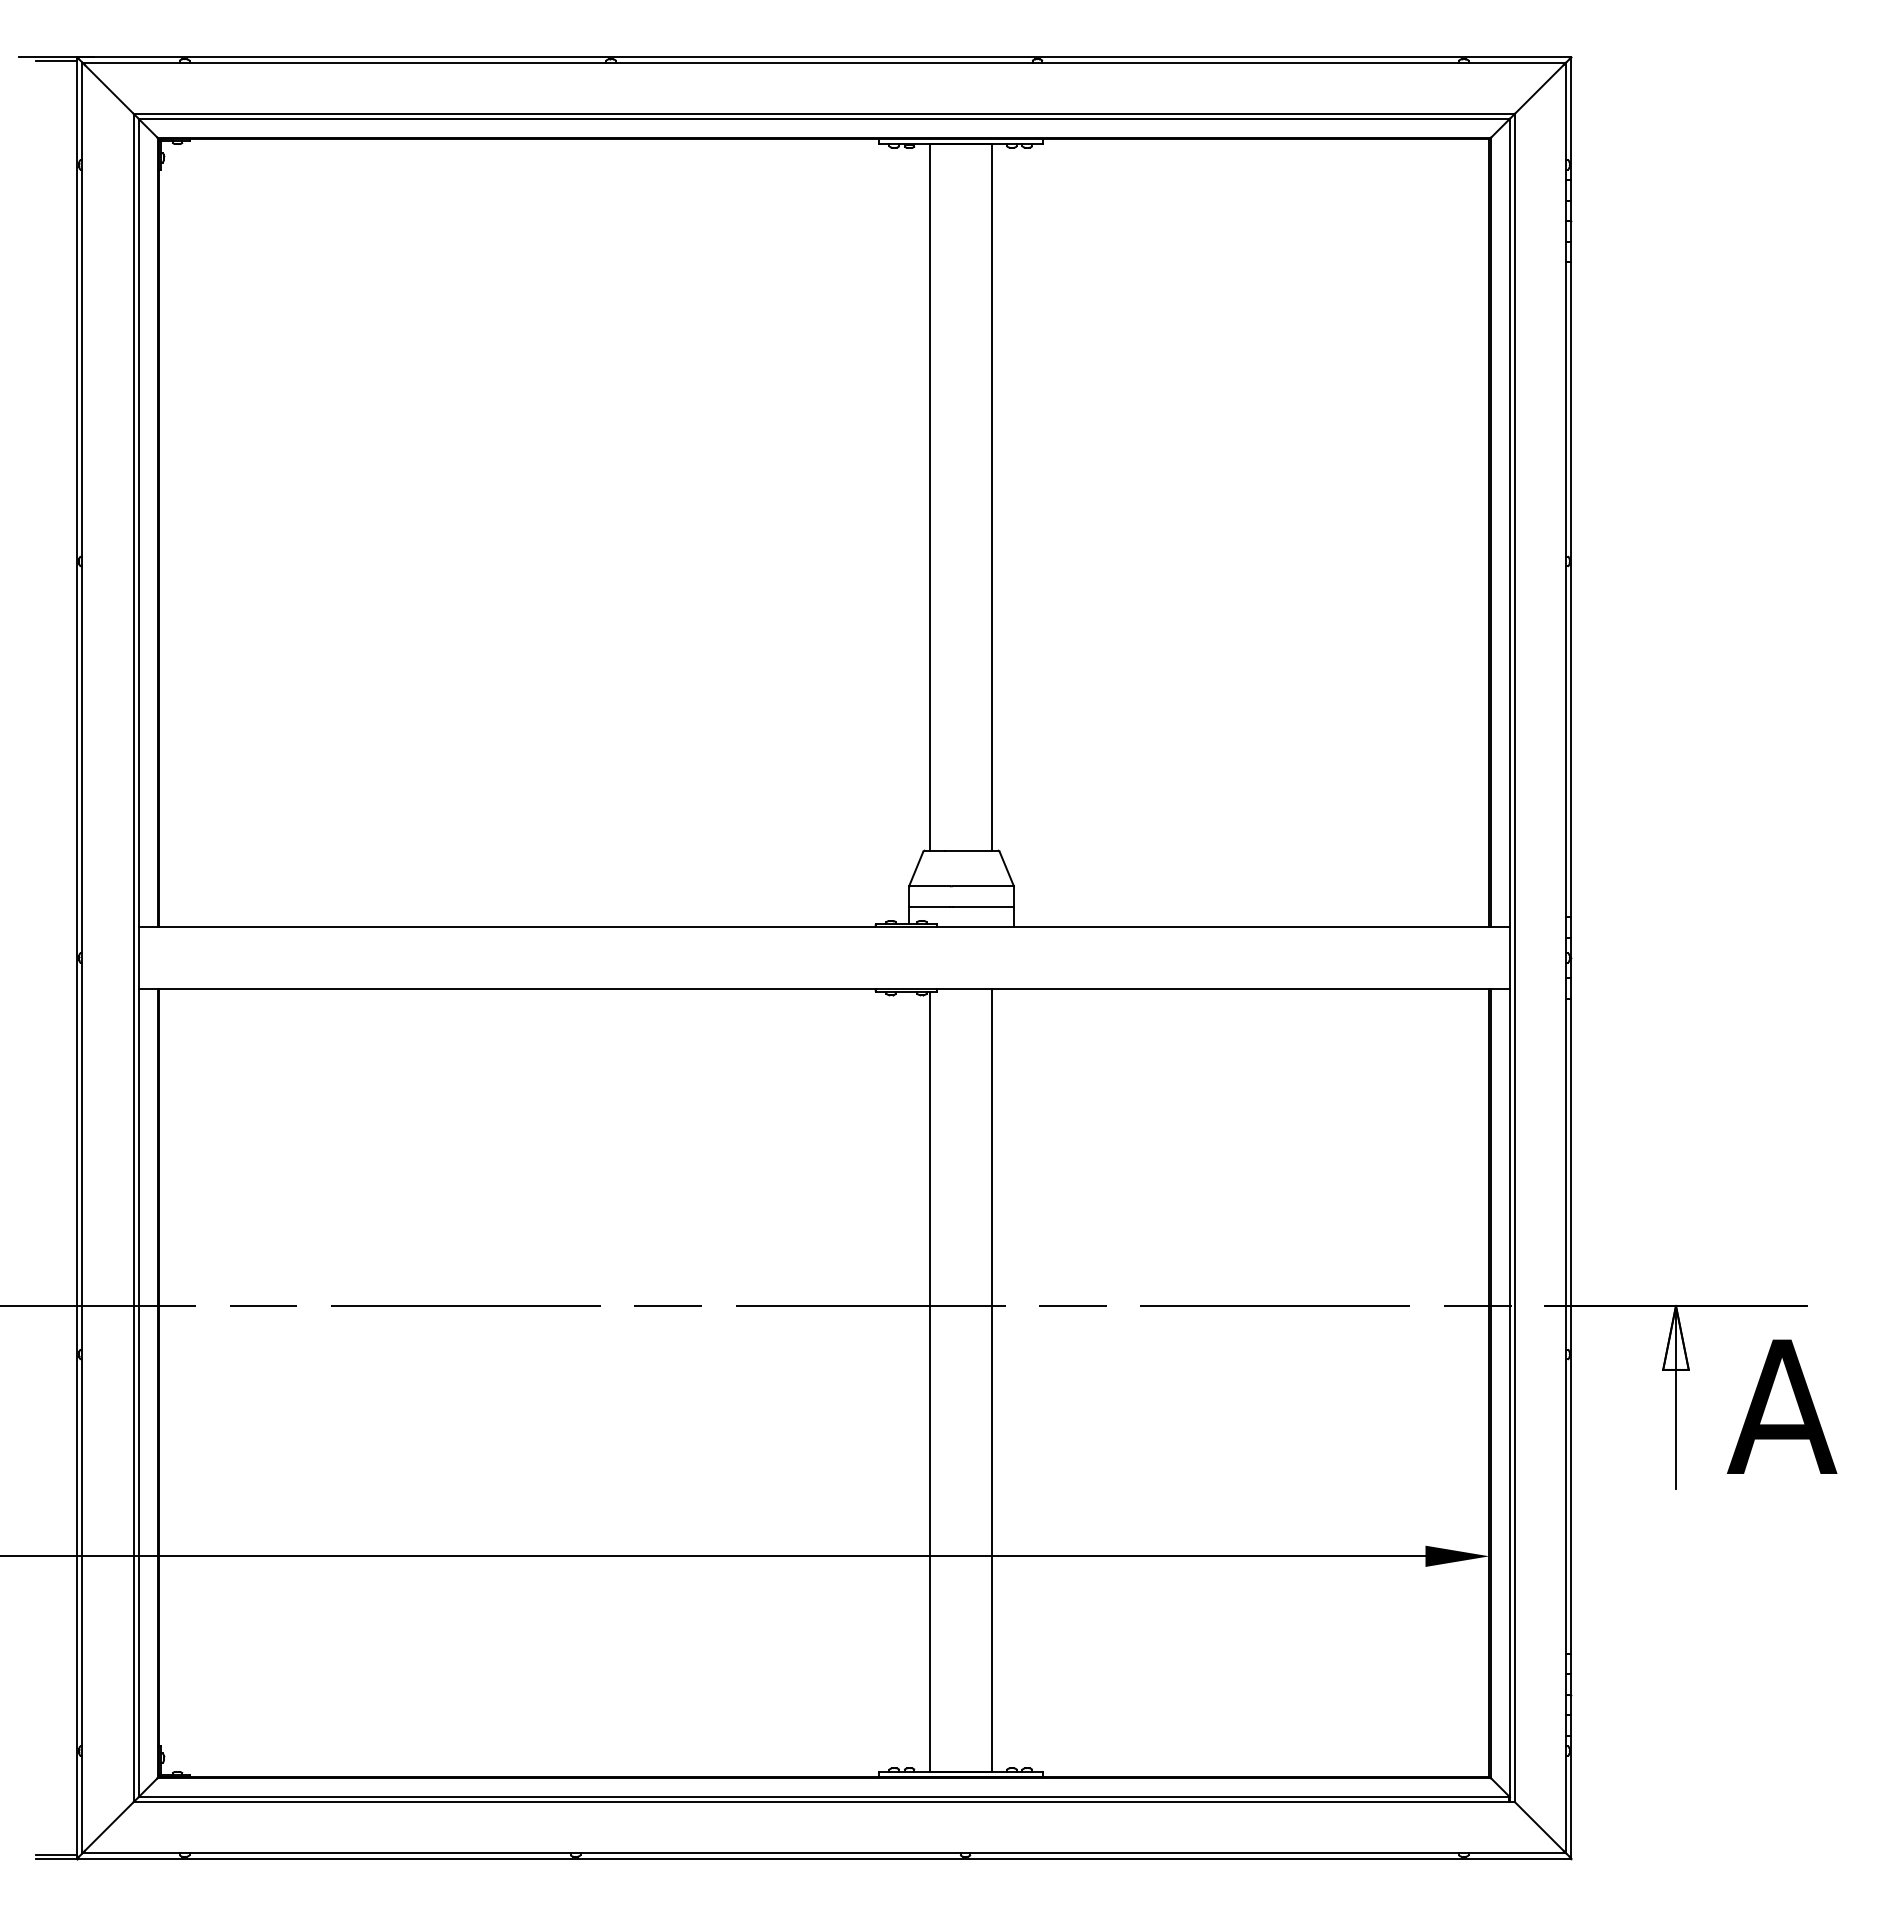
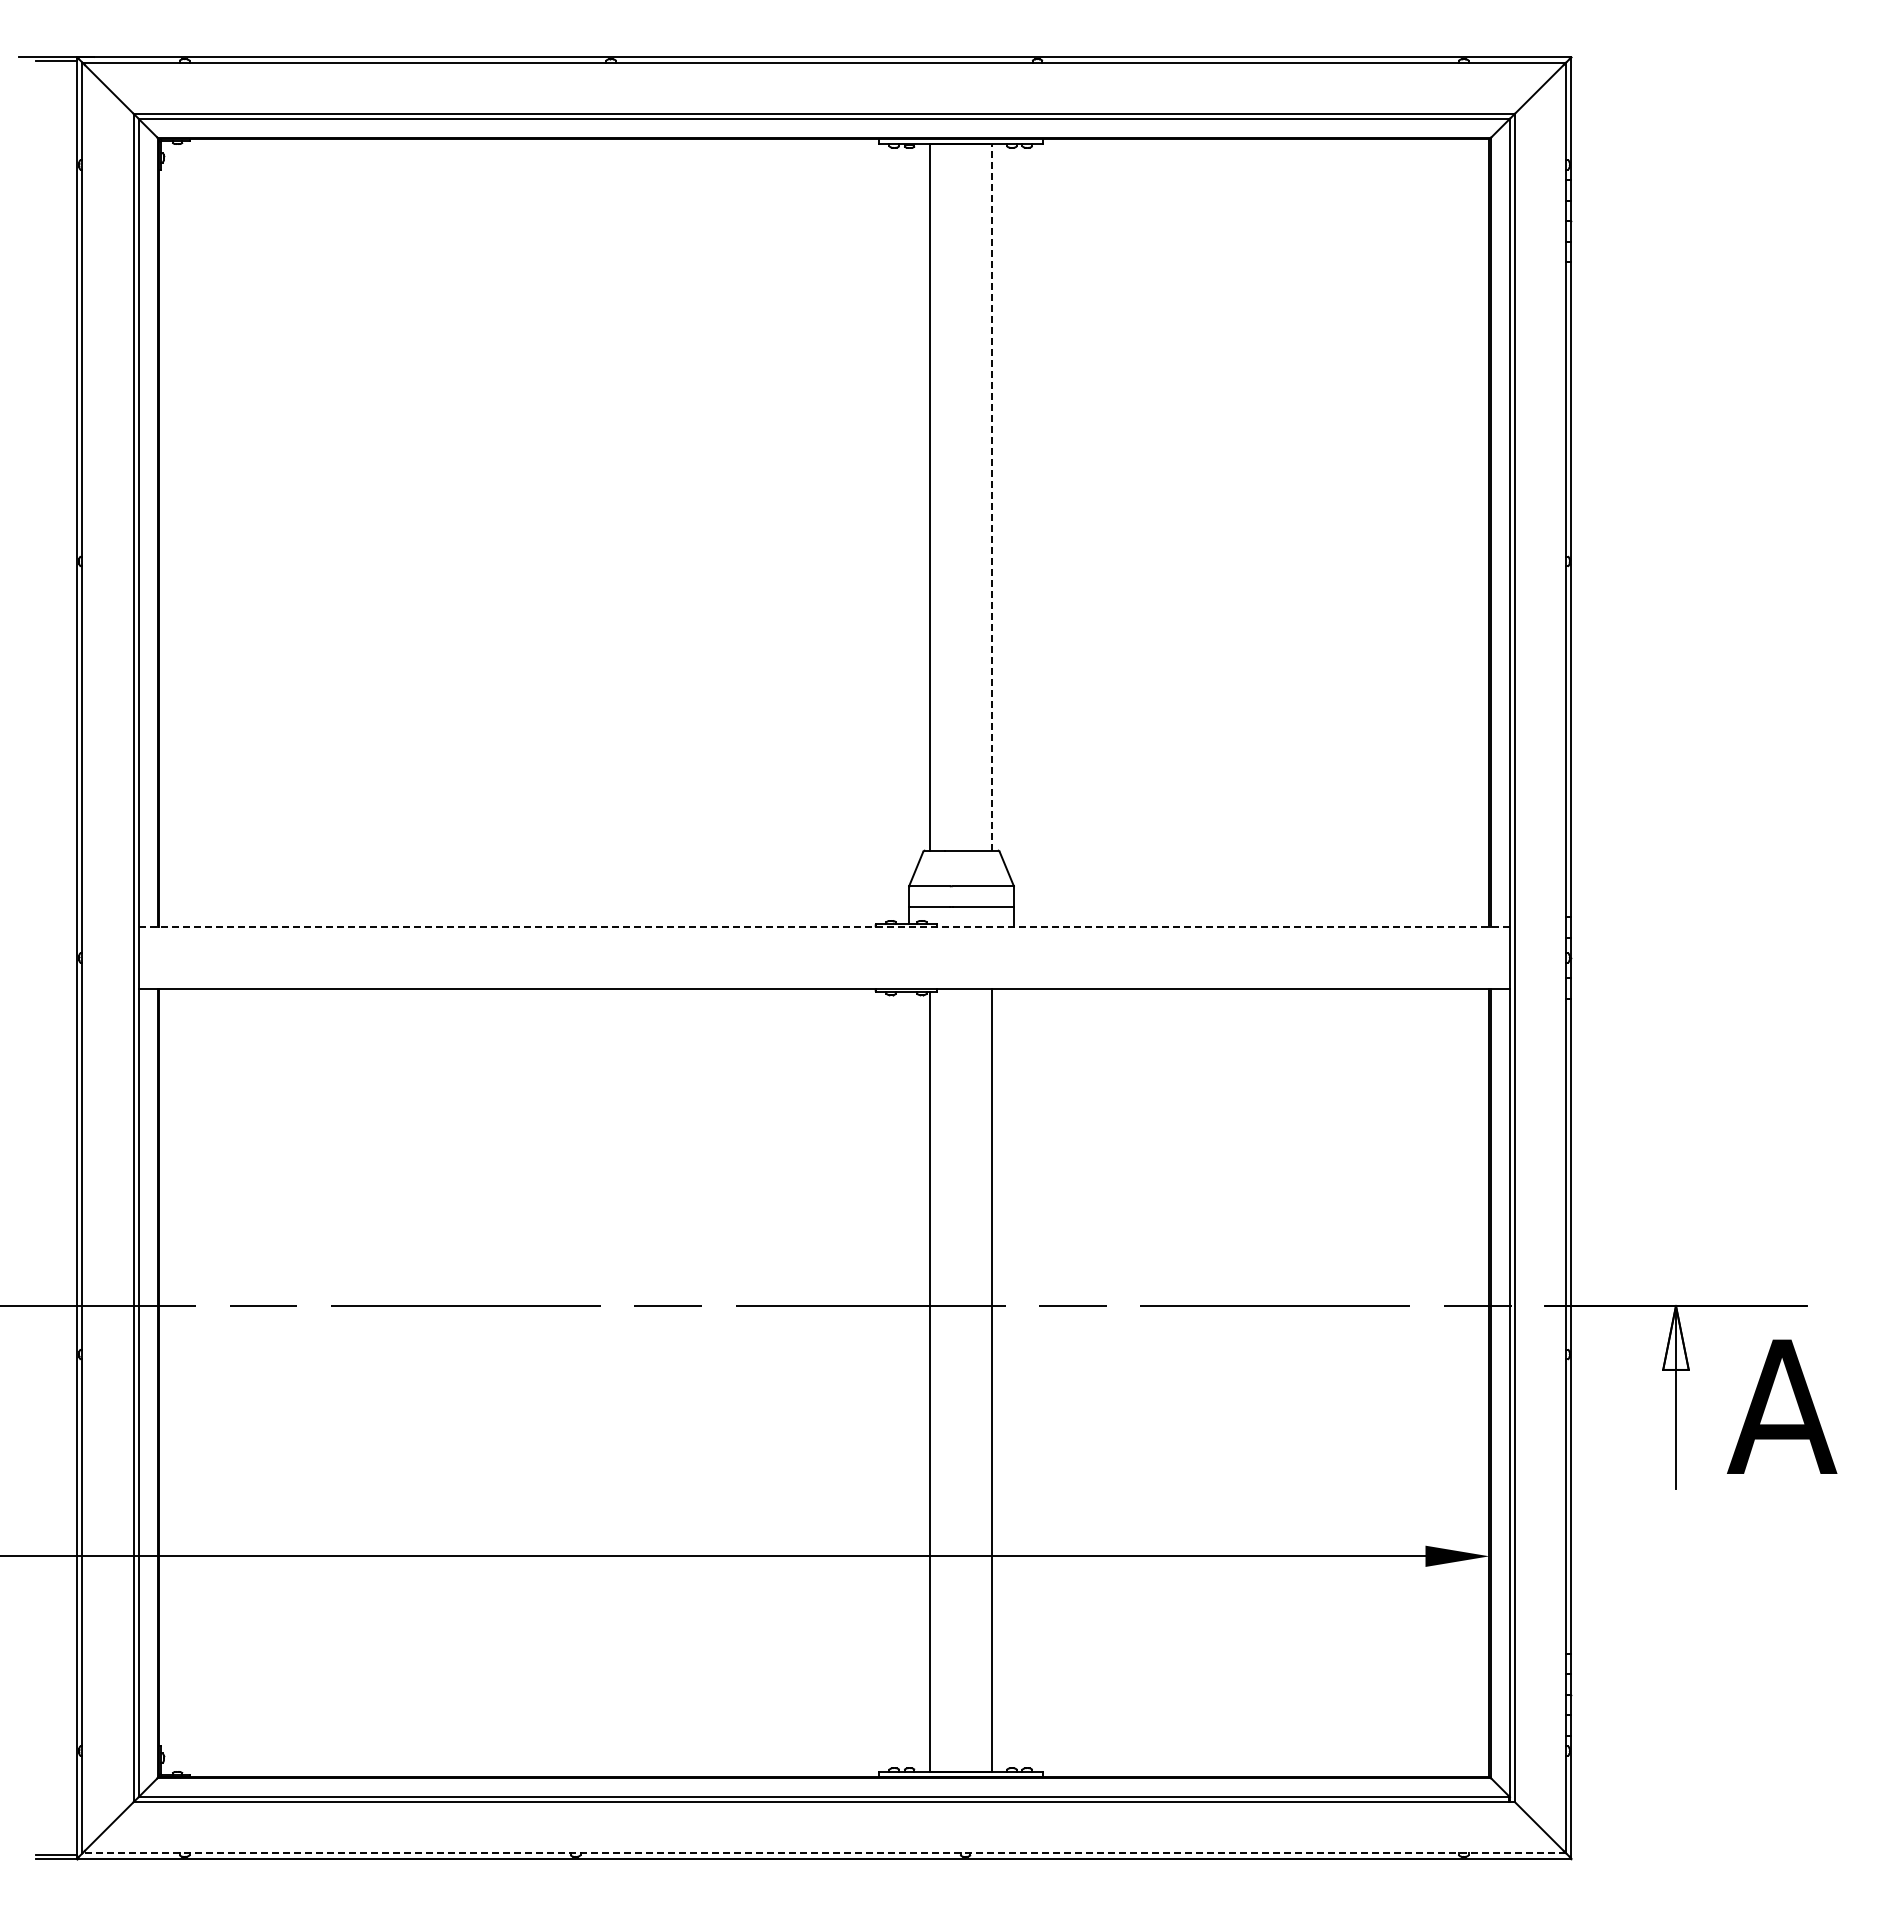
line at (991, 496): solid -> dashed
line at (824, 927): solid -> dashed
line at (824, 1853): solid -> dashed
